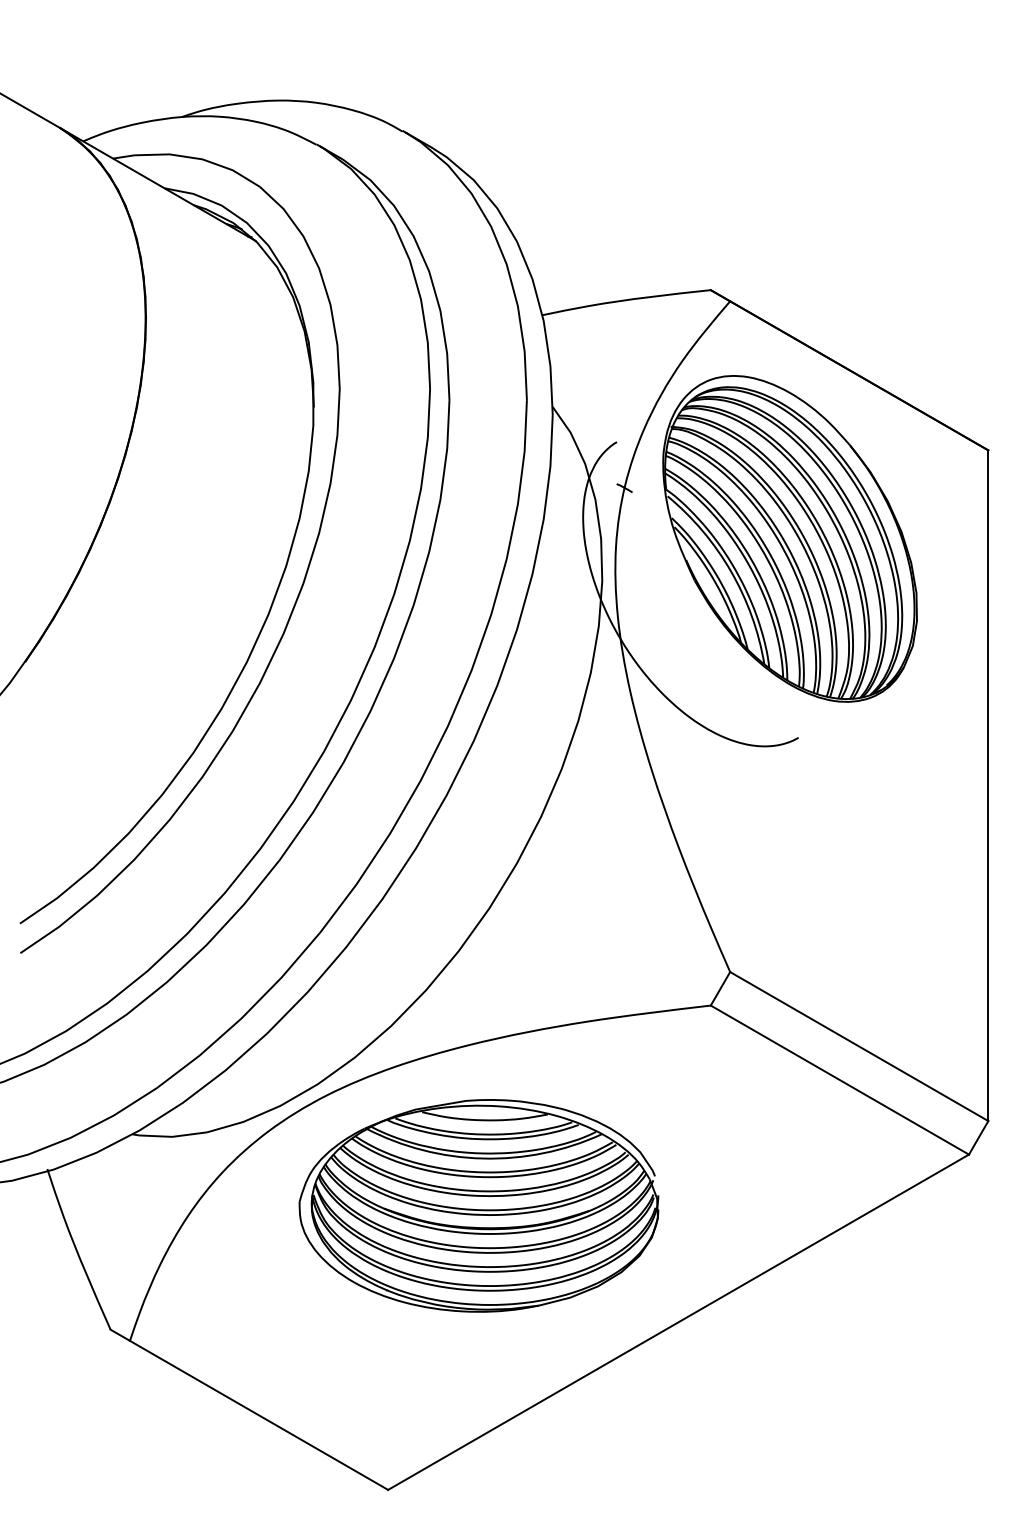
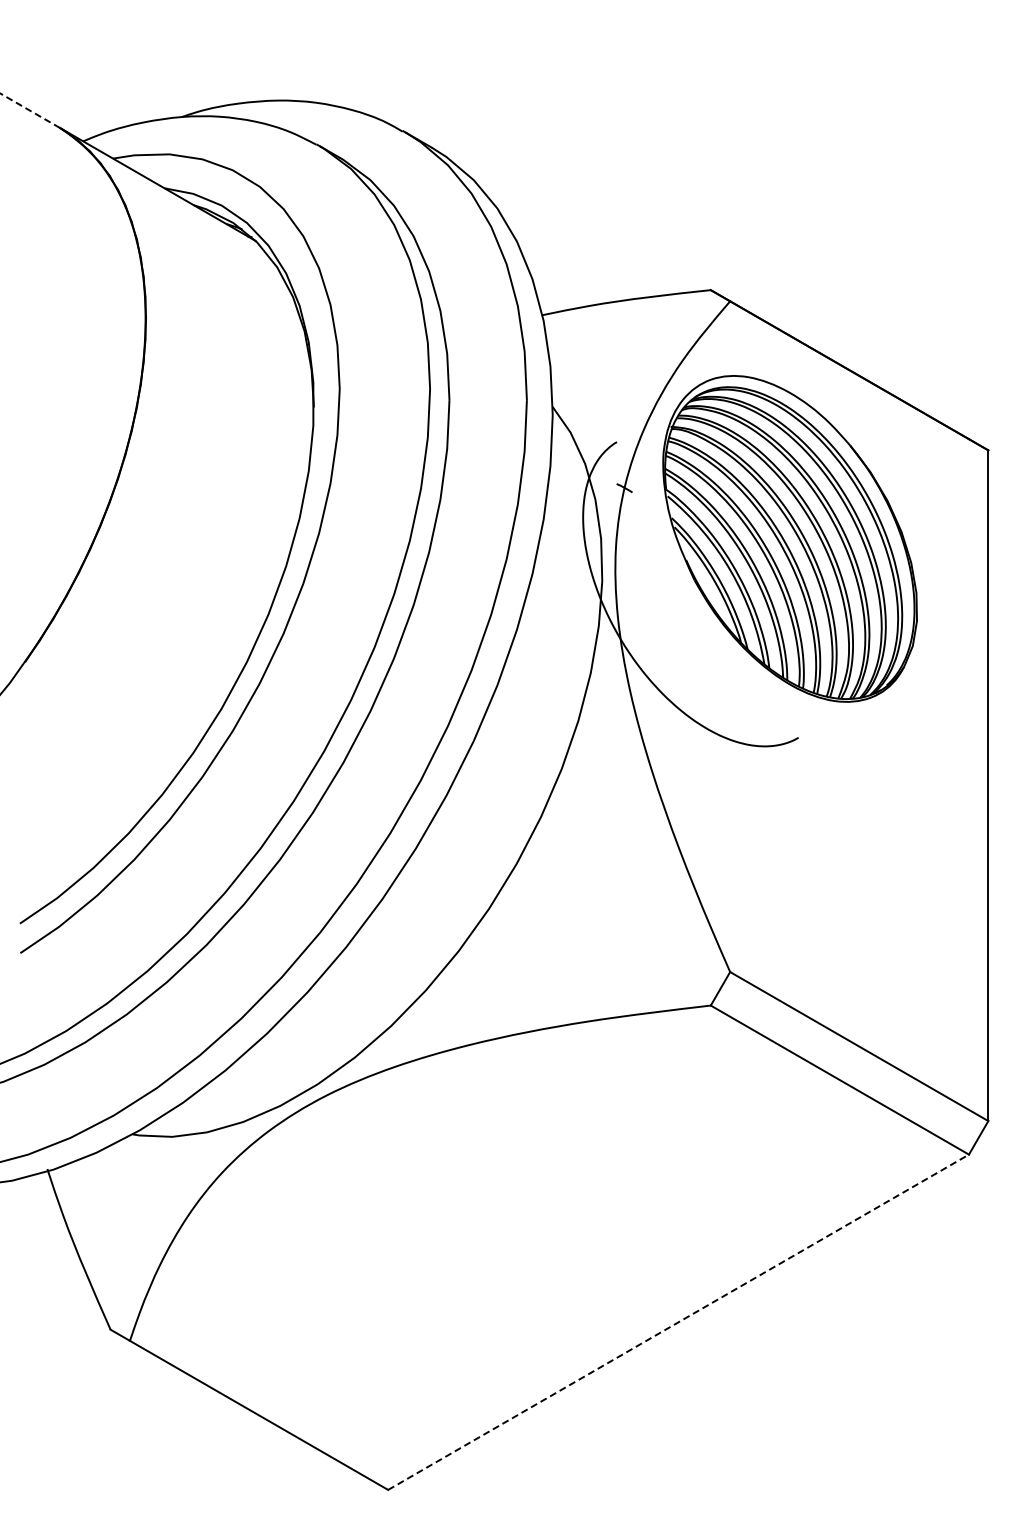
line at (29, 110): solid -> dashed
part at (478, 1205): present -> none
line at (679, 1322): solid -> dashed
